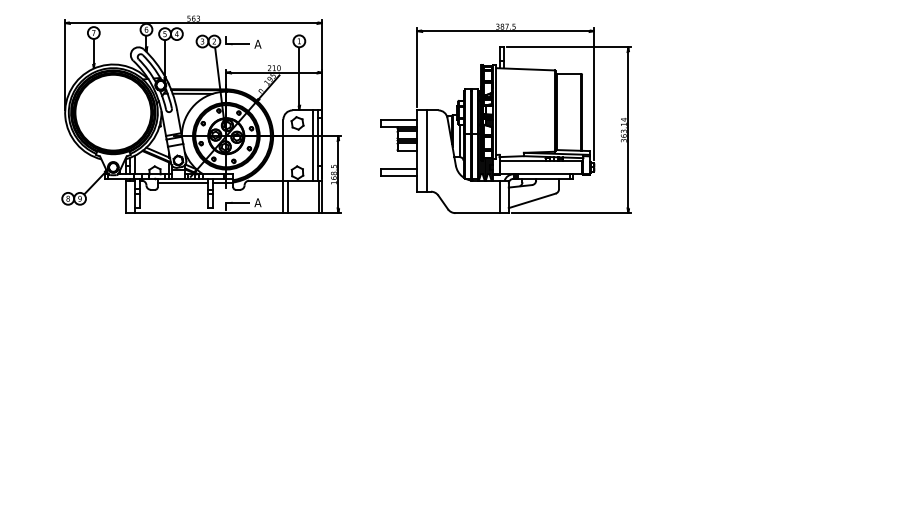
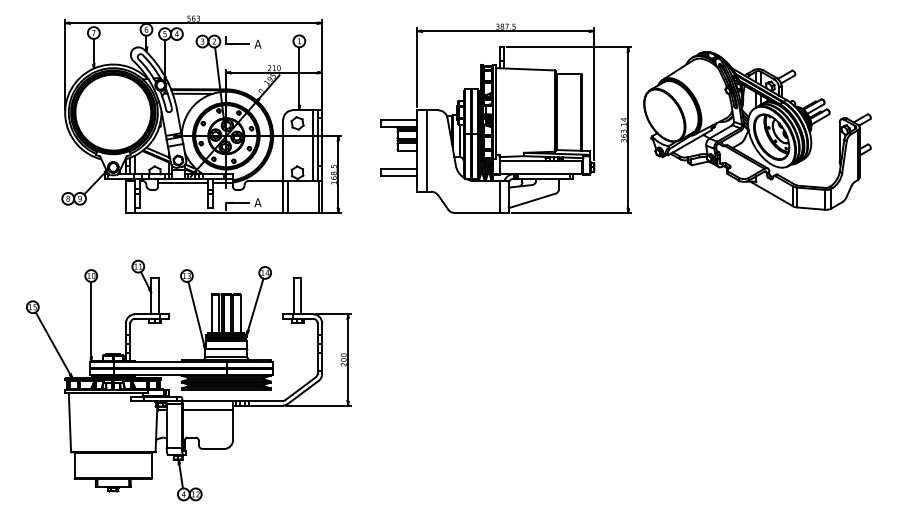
part at (757, 130): none -> present
part at (188, 380): none -> present
